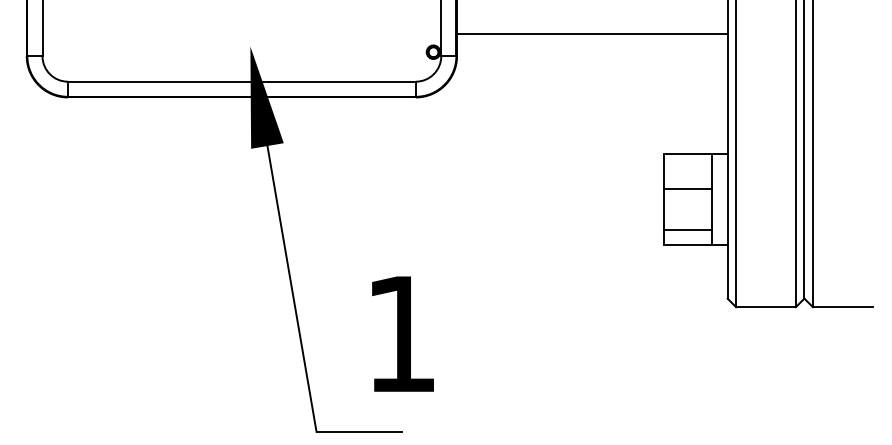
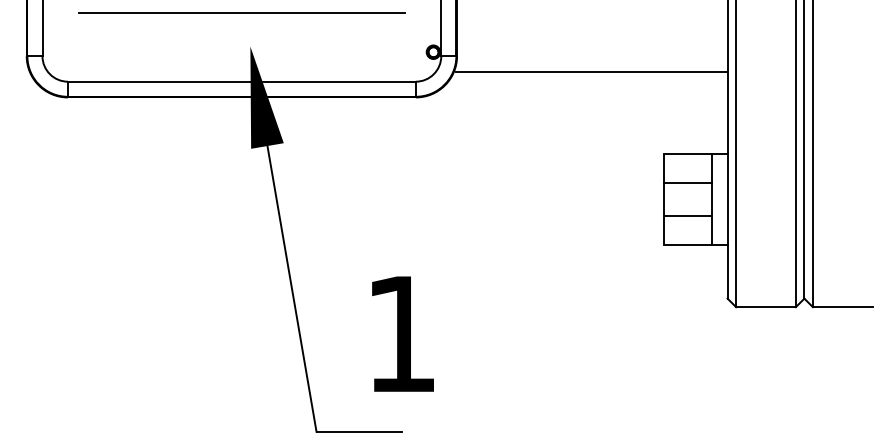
line at (241, 13): none -> present
line at (591, 33) position: (591, 33) -> (591, 71)
line at (687, 189) position: (687, 189) -> (687, 183)
line at (687, 230) position: (687, 230) -> (687, 216)
